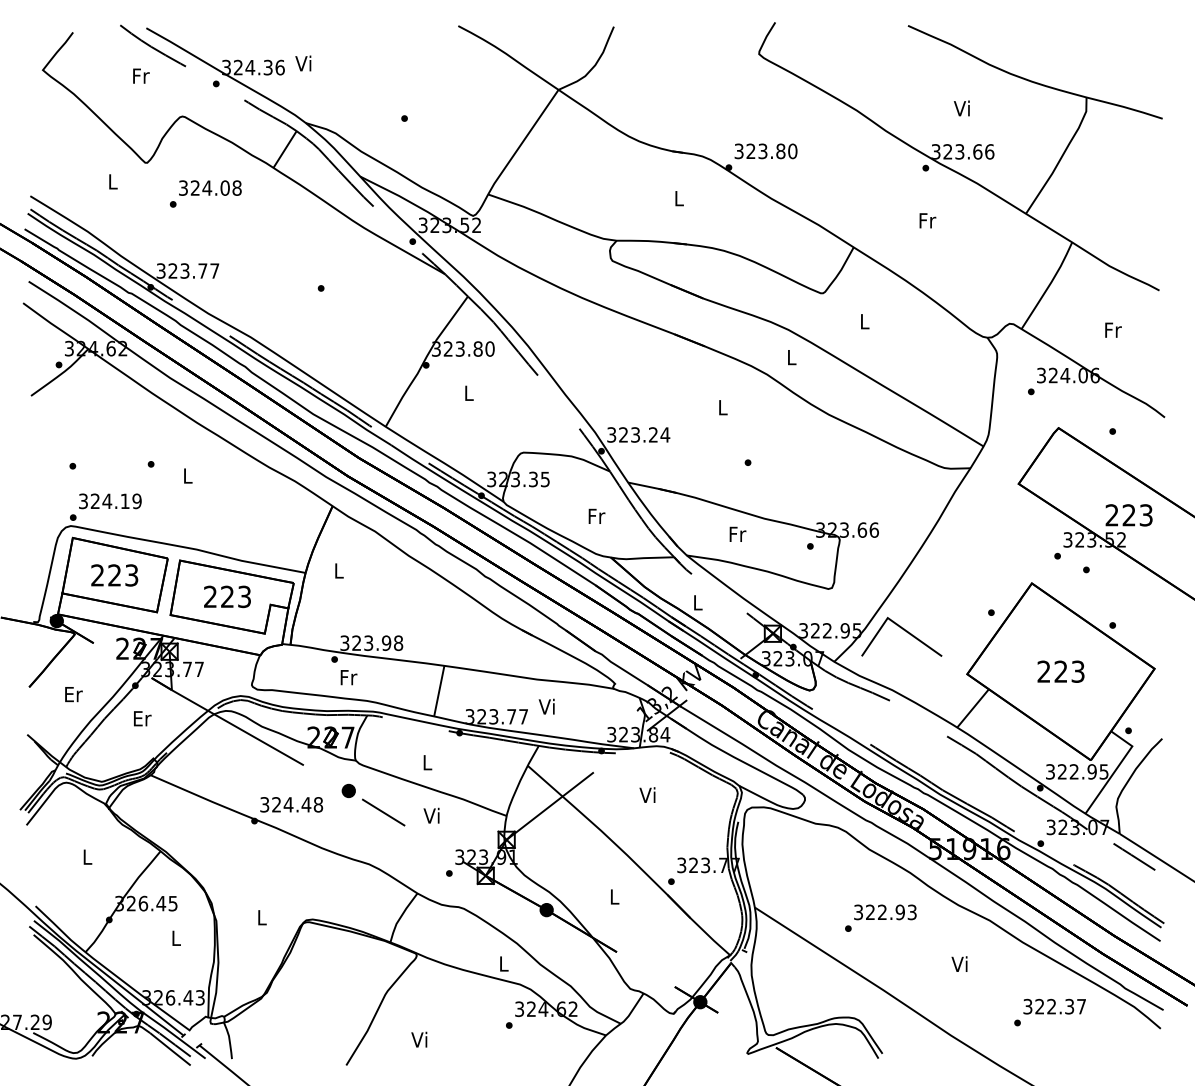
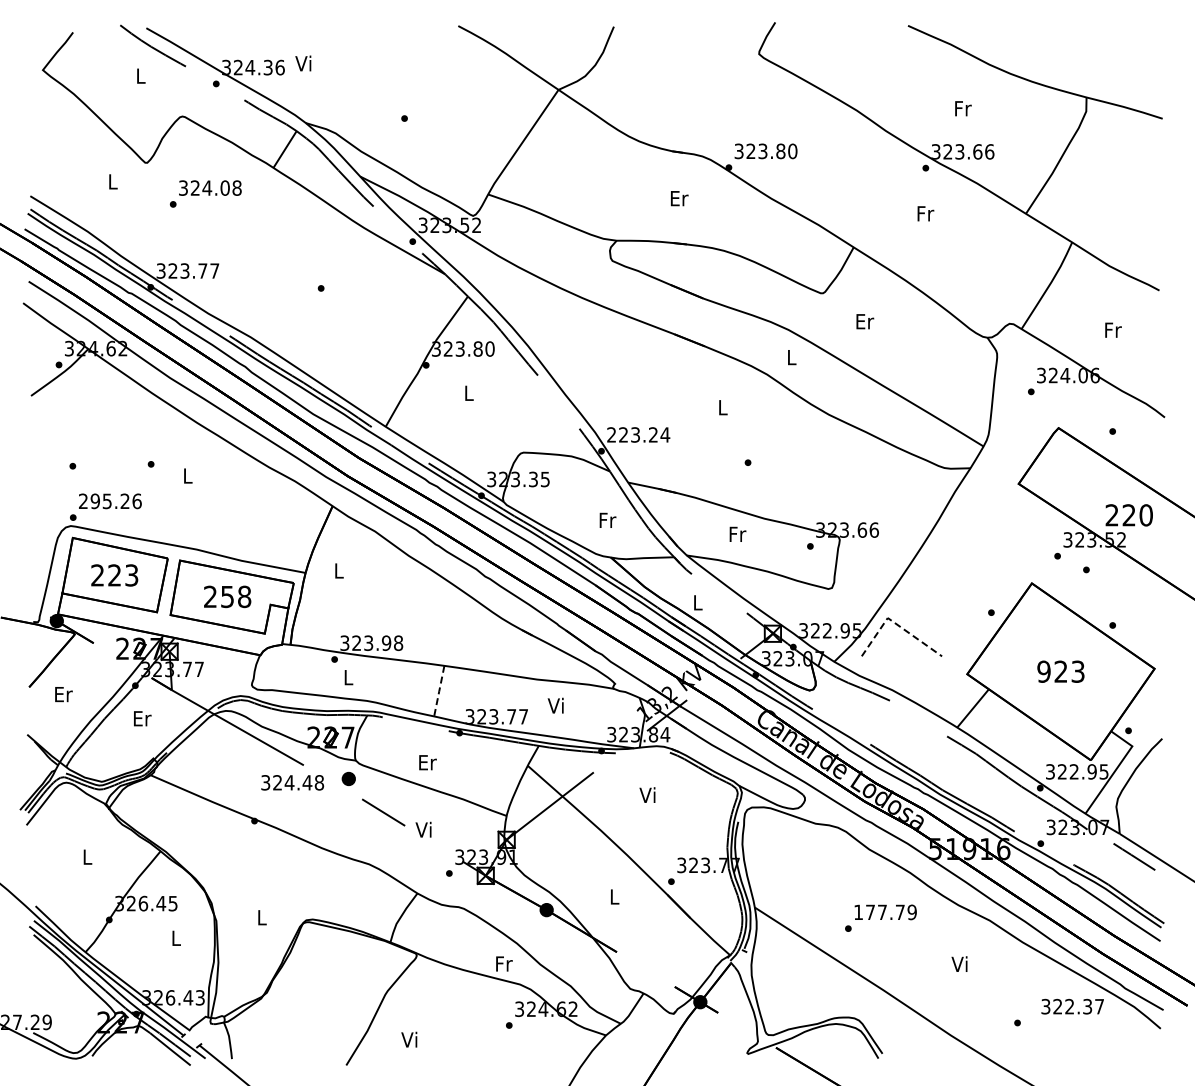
text at (141, 75): Fr -> L
text at (962, 108): Vi -> Fr
text at (679, 198): L -> Er
text at (927, 220) position: (927, 220) -> (925, 213)
text at (865, 321): L -> Er
text at (611, 434): 323.24 -> 223.24
text at (110, 501): 324.19 -> 295.26
text at (596, 515) position: (596, 515) -> (607, 519)
text at (1145, 515): 223 -> 220
text at (236, 596): 223 -> 258
line at (895, 623): solid -> dashed
text at (1043, 671): 223 -> 923
text at (348, 677): Fr -> L
line at (439, 691): solid -> dashed
text at (73, 694) position: (73, 694) -> (63, 694)
text at (546, 706) position: (546, 706) -> (555, 705)
text at (427, 762): L -> Er
part at (348, 790) position: (348, 790) -> (348, 778)
text at (291, 804) position: (291, 804) -> (292, 782)
text at (431, 815) position: (431, 815) -> (423, 829)
text at (885, 912): 322.93 -> 177.79
text at (504, 963): L -> Fr
text at (1054, 1006) position: (1054, 1006) -> (1072, 1006)
text at (419, 1039) position: (419, 1039) -> (409, 1039)
